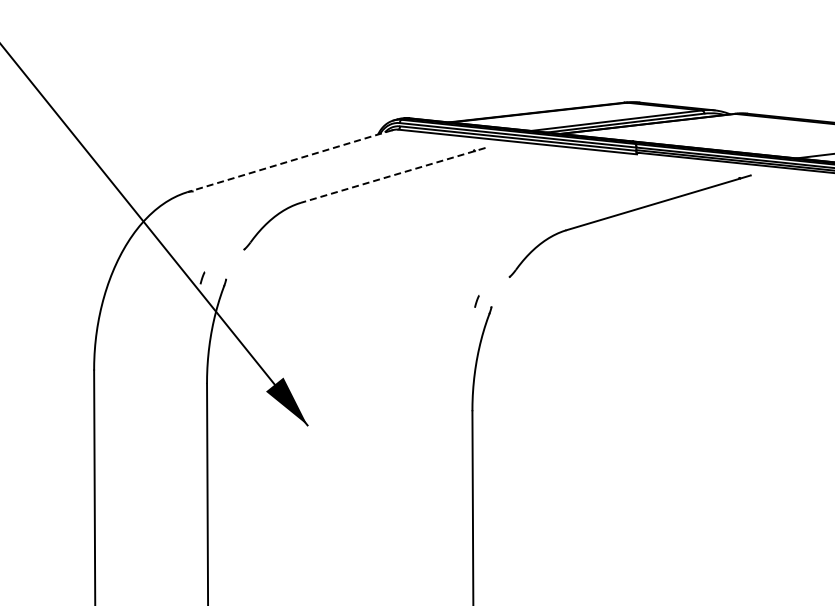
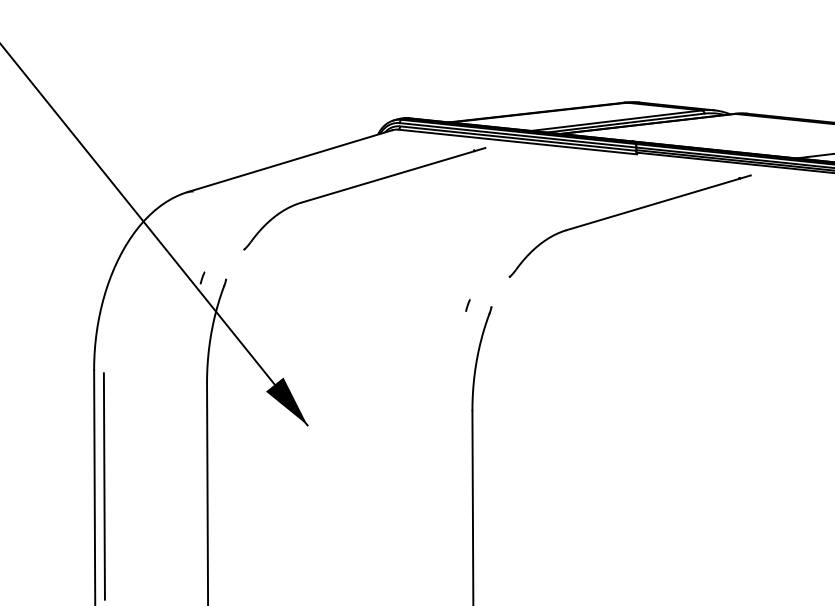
line at (289, 161): dashed -> solid
line at (392, 175): dashed -> solid
curve at (476, 301) position: (476, 301) -> (467, 305)
line at (104, 486): none -> present
